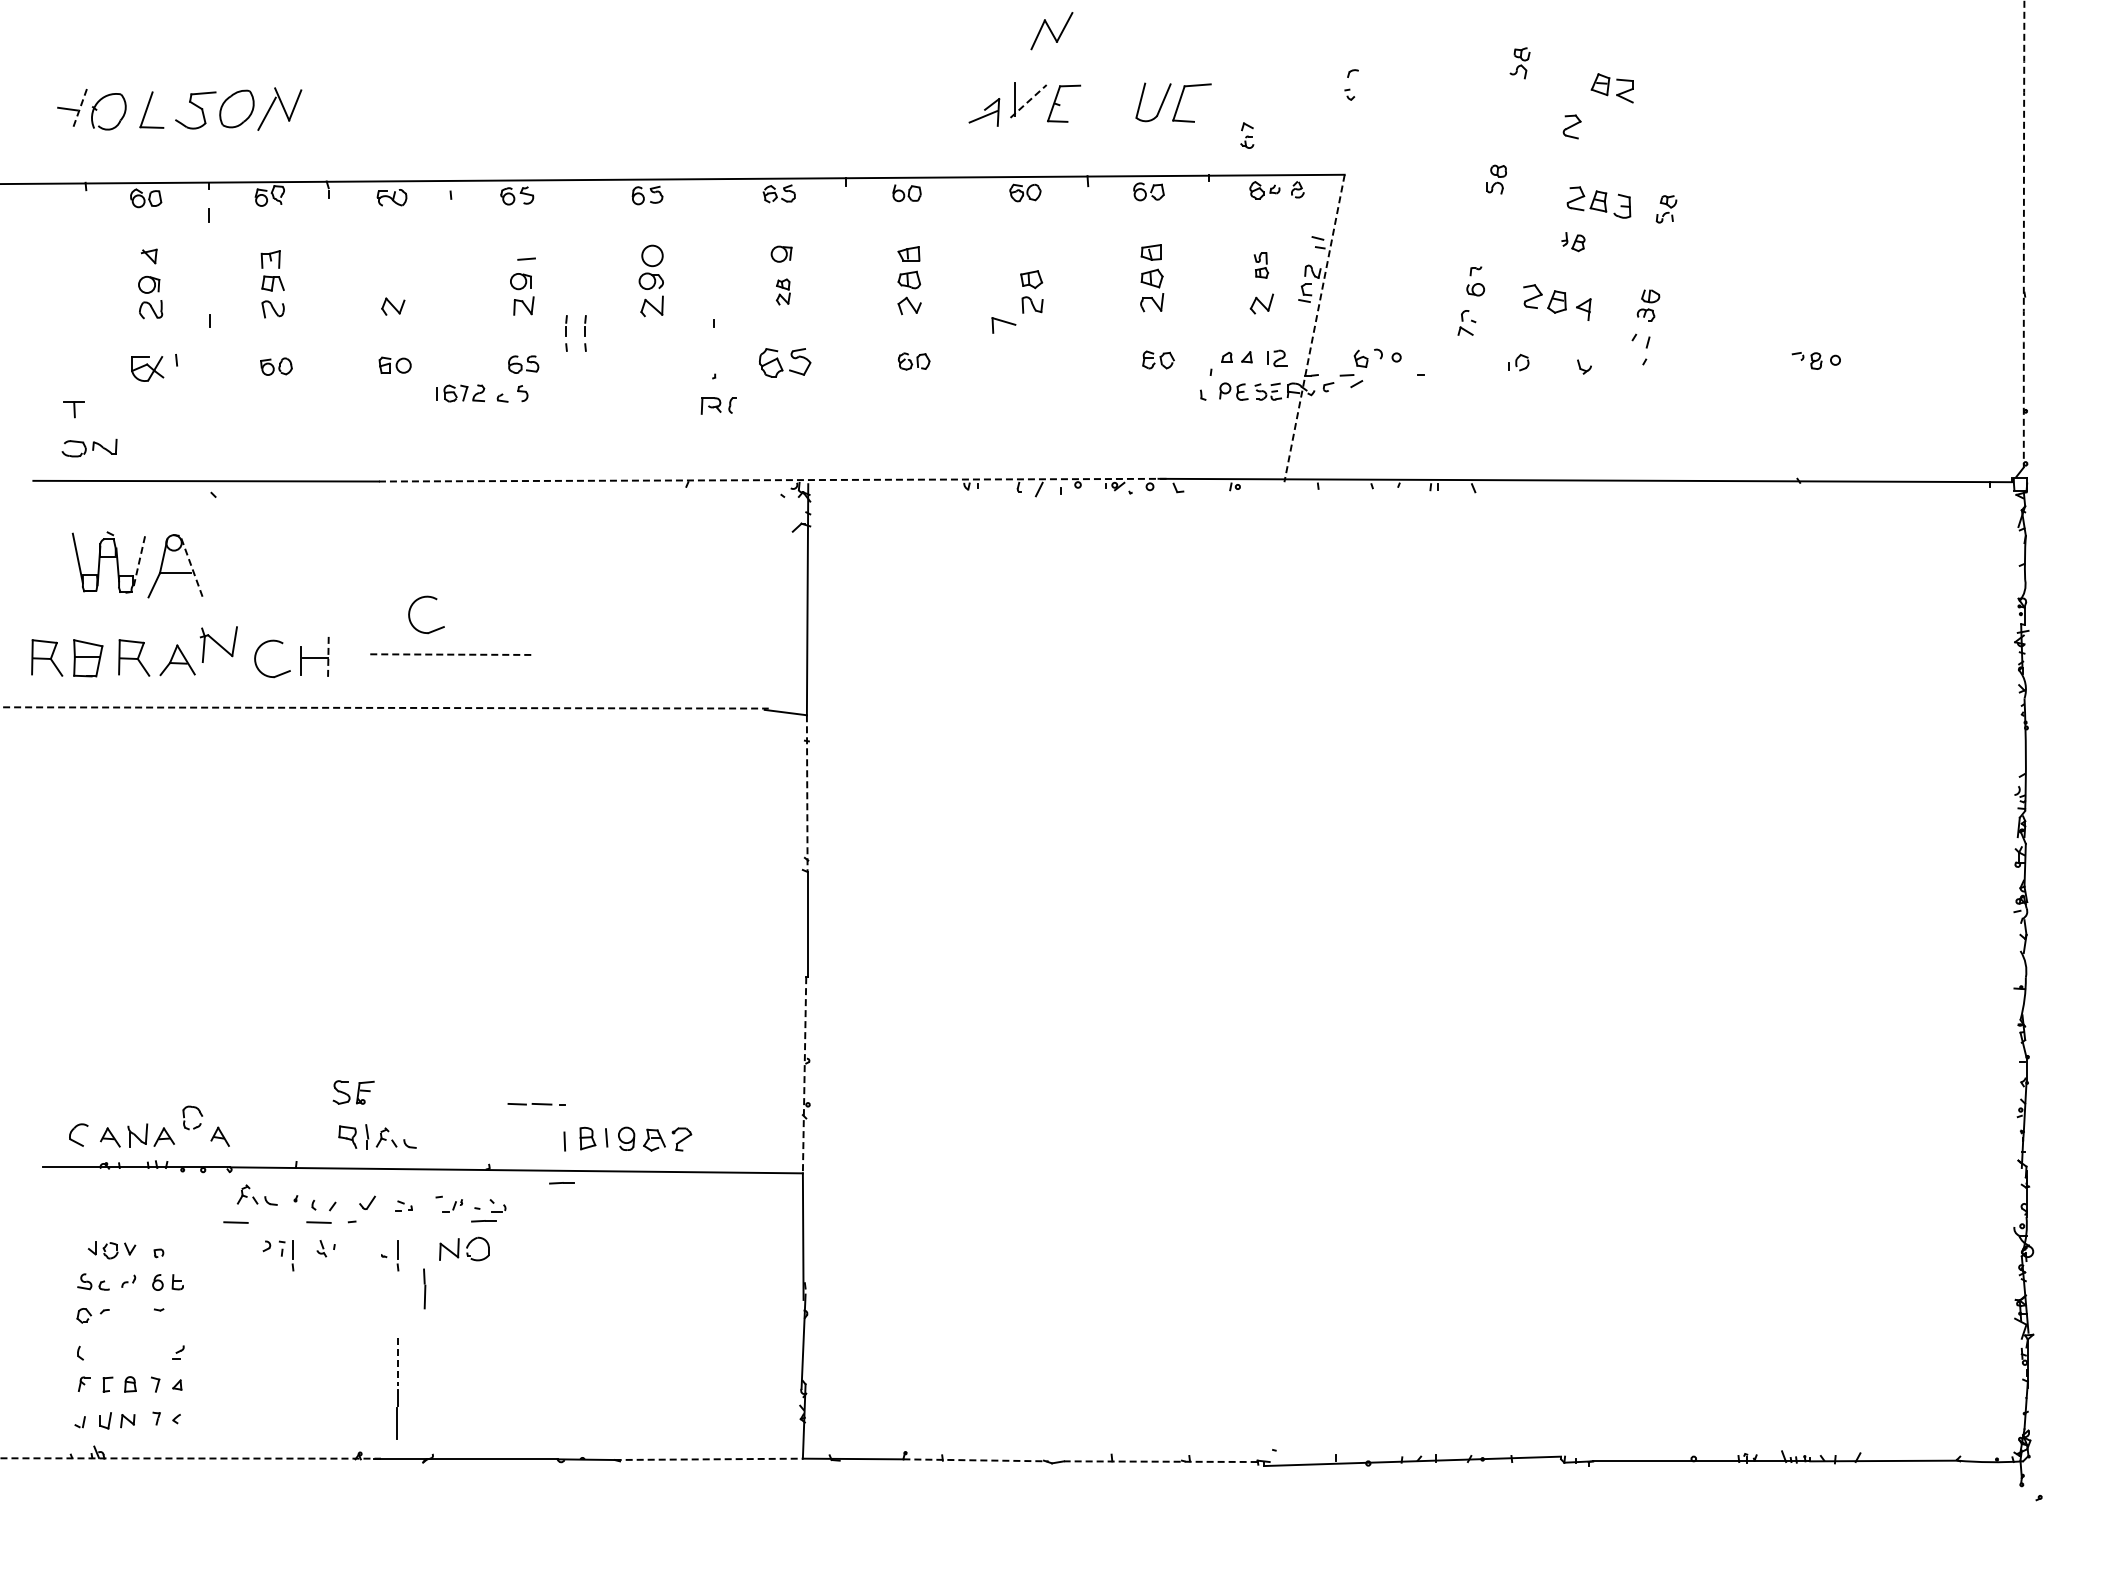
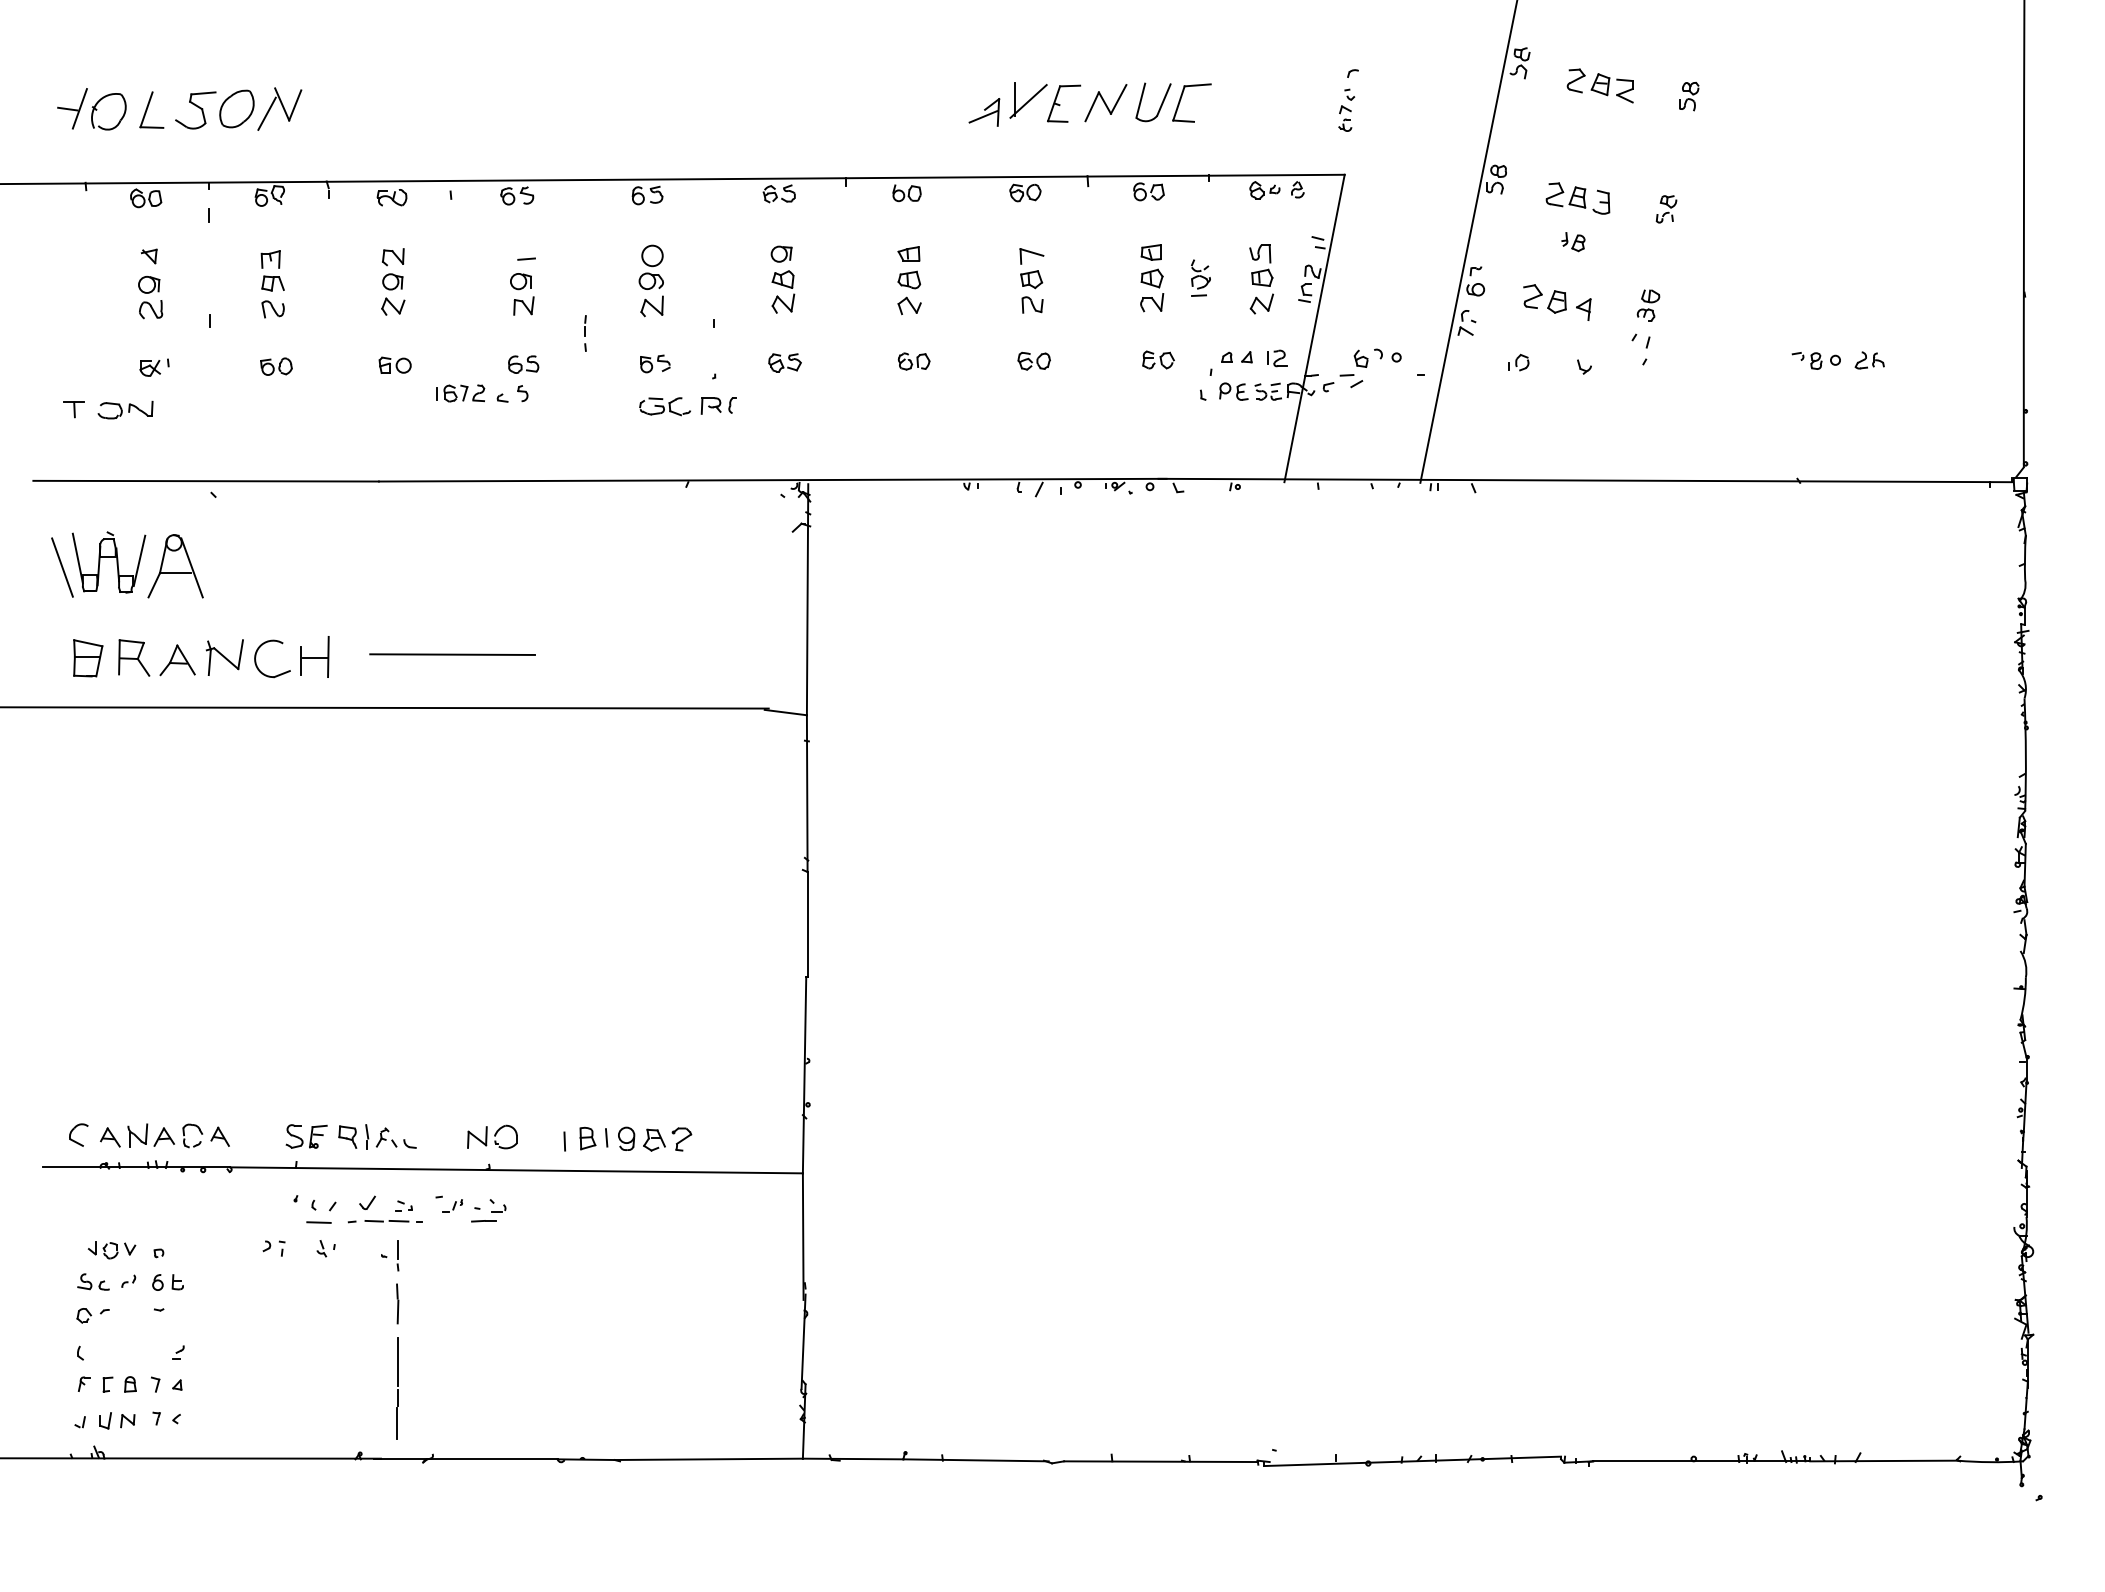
part at (1051, 31) position: (1051, 31) -> (1105, 103)
part at (1689, 96): none -> present
line at (1028, 101): dashed -> solid
line at (79, 108): dashed -> solid
part at (1571, 126) position: (1571, 126) -> (1575, 80)
part at (1247, 135) position: (1247, 135) -> (1345, 118)
part at (1598, 202) position: (1598, 202) -> (1577, 198)
arc at (2023, 233): dashed -> solid
line at (1468, 242): none -> present
part at (1261, 265) size: 17x27 px -> 25x43 px
part at (393, 269): none -> present
part at (1200, 277): none -> present
part at (782, 291) size: 16x28 px -> 25x44 px
part at (1003, 325) position: (1003, 325) -> (1031, 256)
line at (1314, 328): dashed -> solid
line at (566, 333): present -> none
part at (1033, 360): none -> present
part at (1869, 360): none -> present
part at (785, 362) size: 53x30 px -> 34x20 px
part at (655, 363): none -> present
part at (154, 367) size: 47x28 px -> 31x19 px
part at (664, 406): none -> present
part at (89, 447) position: (89, 447) -> (125, 409)
line at (772, 480): dashed -> solid
line at (139, 560): dashed -> solid
line at (62, 567): none -> present
line at (192, 568): dashed -> solid
part at (410, 613): present -> none
part at (218, 644) position: (218, 644) -> (224, 657)
line at (453, 654): dashed -> solid
part at (47, 657): present -> none
line at (328, 657): dashed -> solid
line at (384, 707): dashed -> solid
line at (807, 794): dashed -> solid
line at (804, 1075): dashed -> solid
part at (353, 1092) position: (353, 1092) -> (306, 1136)
line at (536, 1104) position: (536, 1104) -> (393, 1221)
part at (185, 1120) position: (185, 1120) -> (185, 1138)
line at (561, 1183): present -> none
part at (256, 1194): present -> none
line at (235, 1222): present -> none
part at (464, 1248) position: (464, 1248) -> (492, 1136)
part at (292, 1255): present -> none
line at (424, 1288) position: (424, 1288) -> (397, 1303)
line at (397, 1362): dashed -> solid
line at (191, 1458): dashed -> solid
line at (709, 1459): dashed -> solid
line at (976, 1460): dashed -> solid
line at (1160, 1461): dashed -> solid
